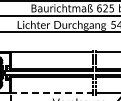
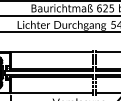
line at (51, 93): dashed -> solid
